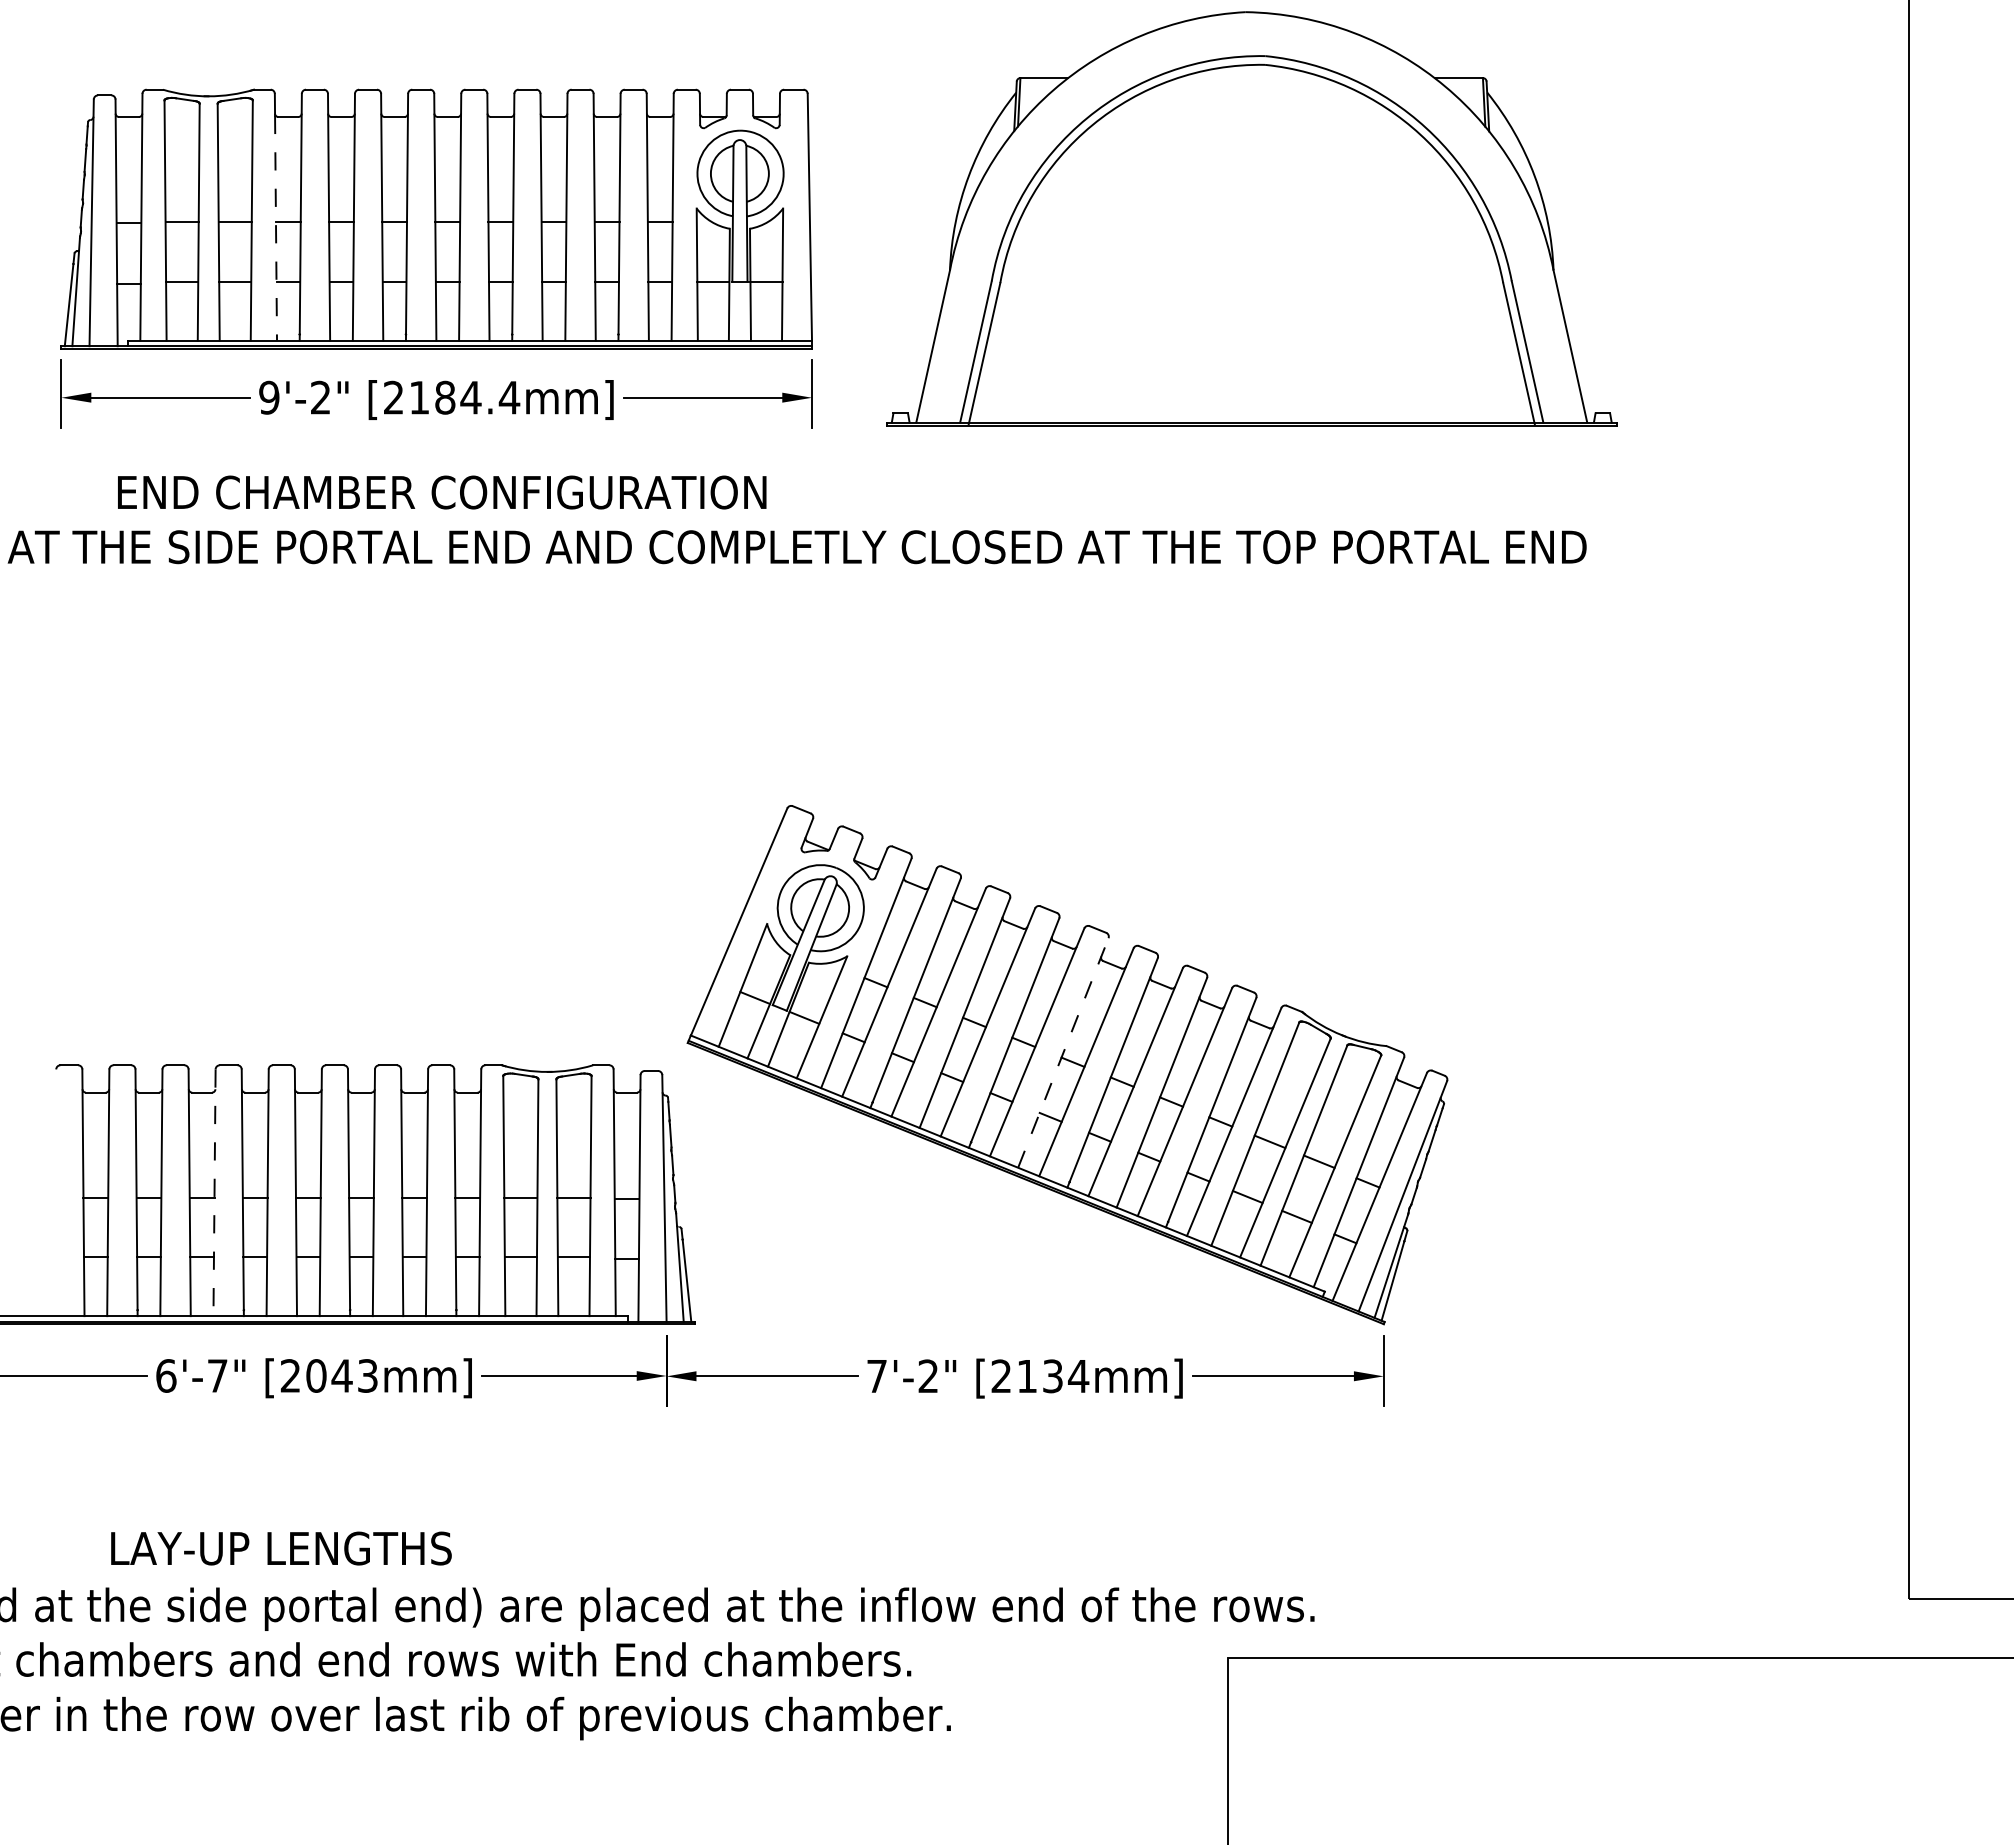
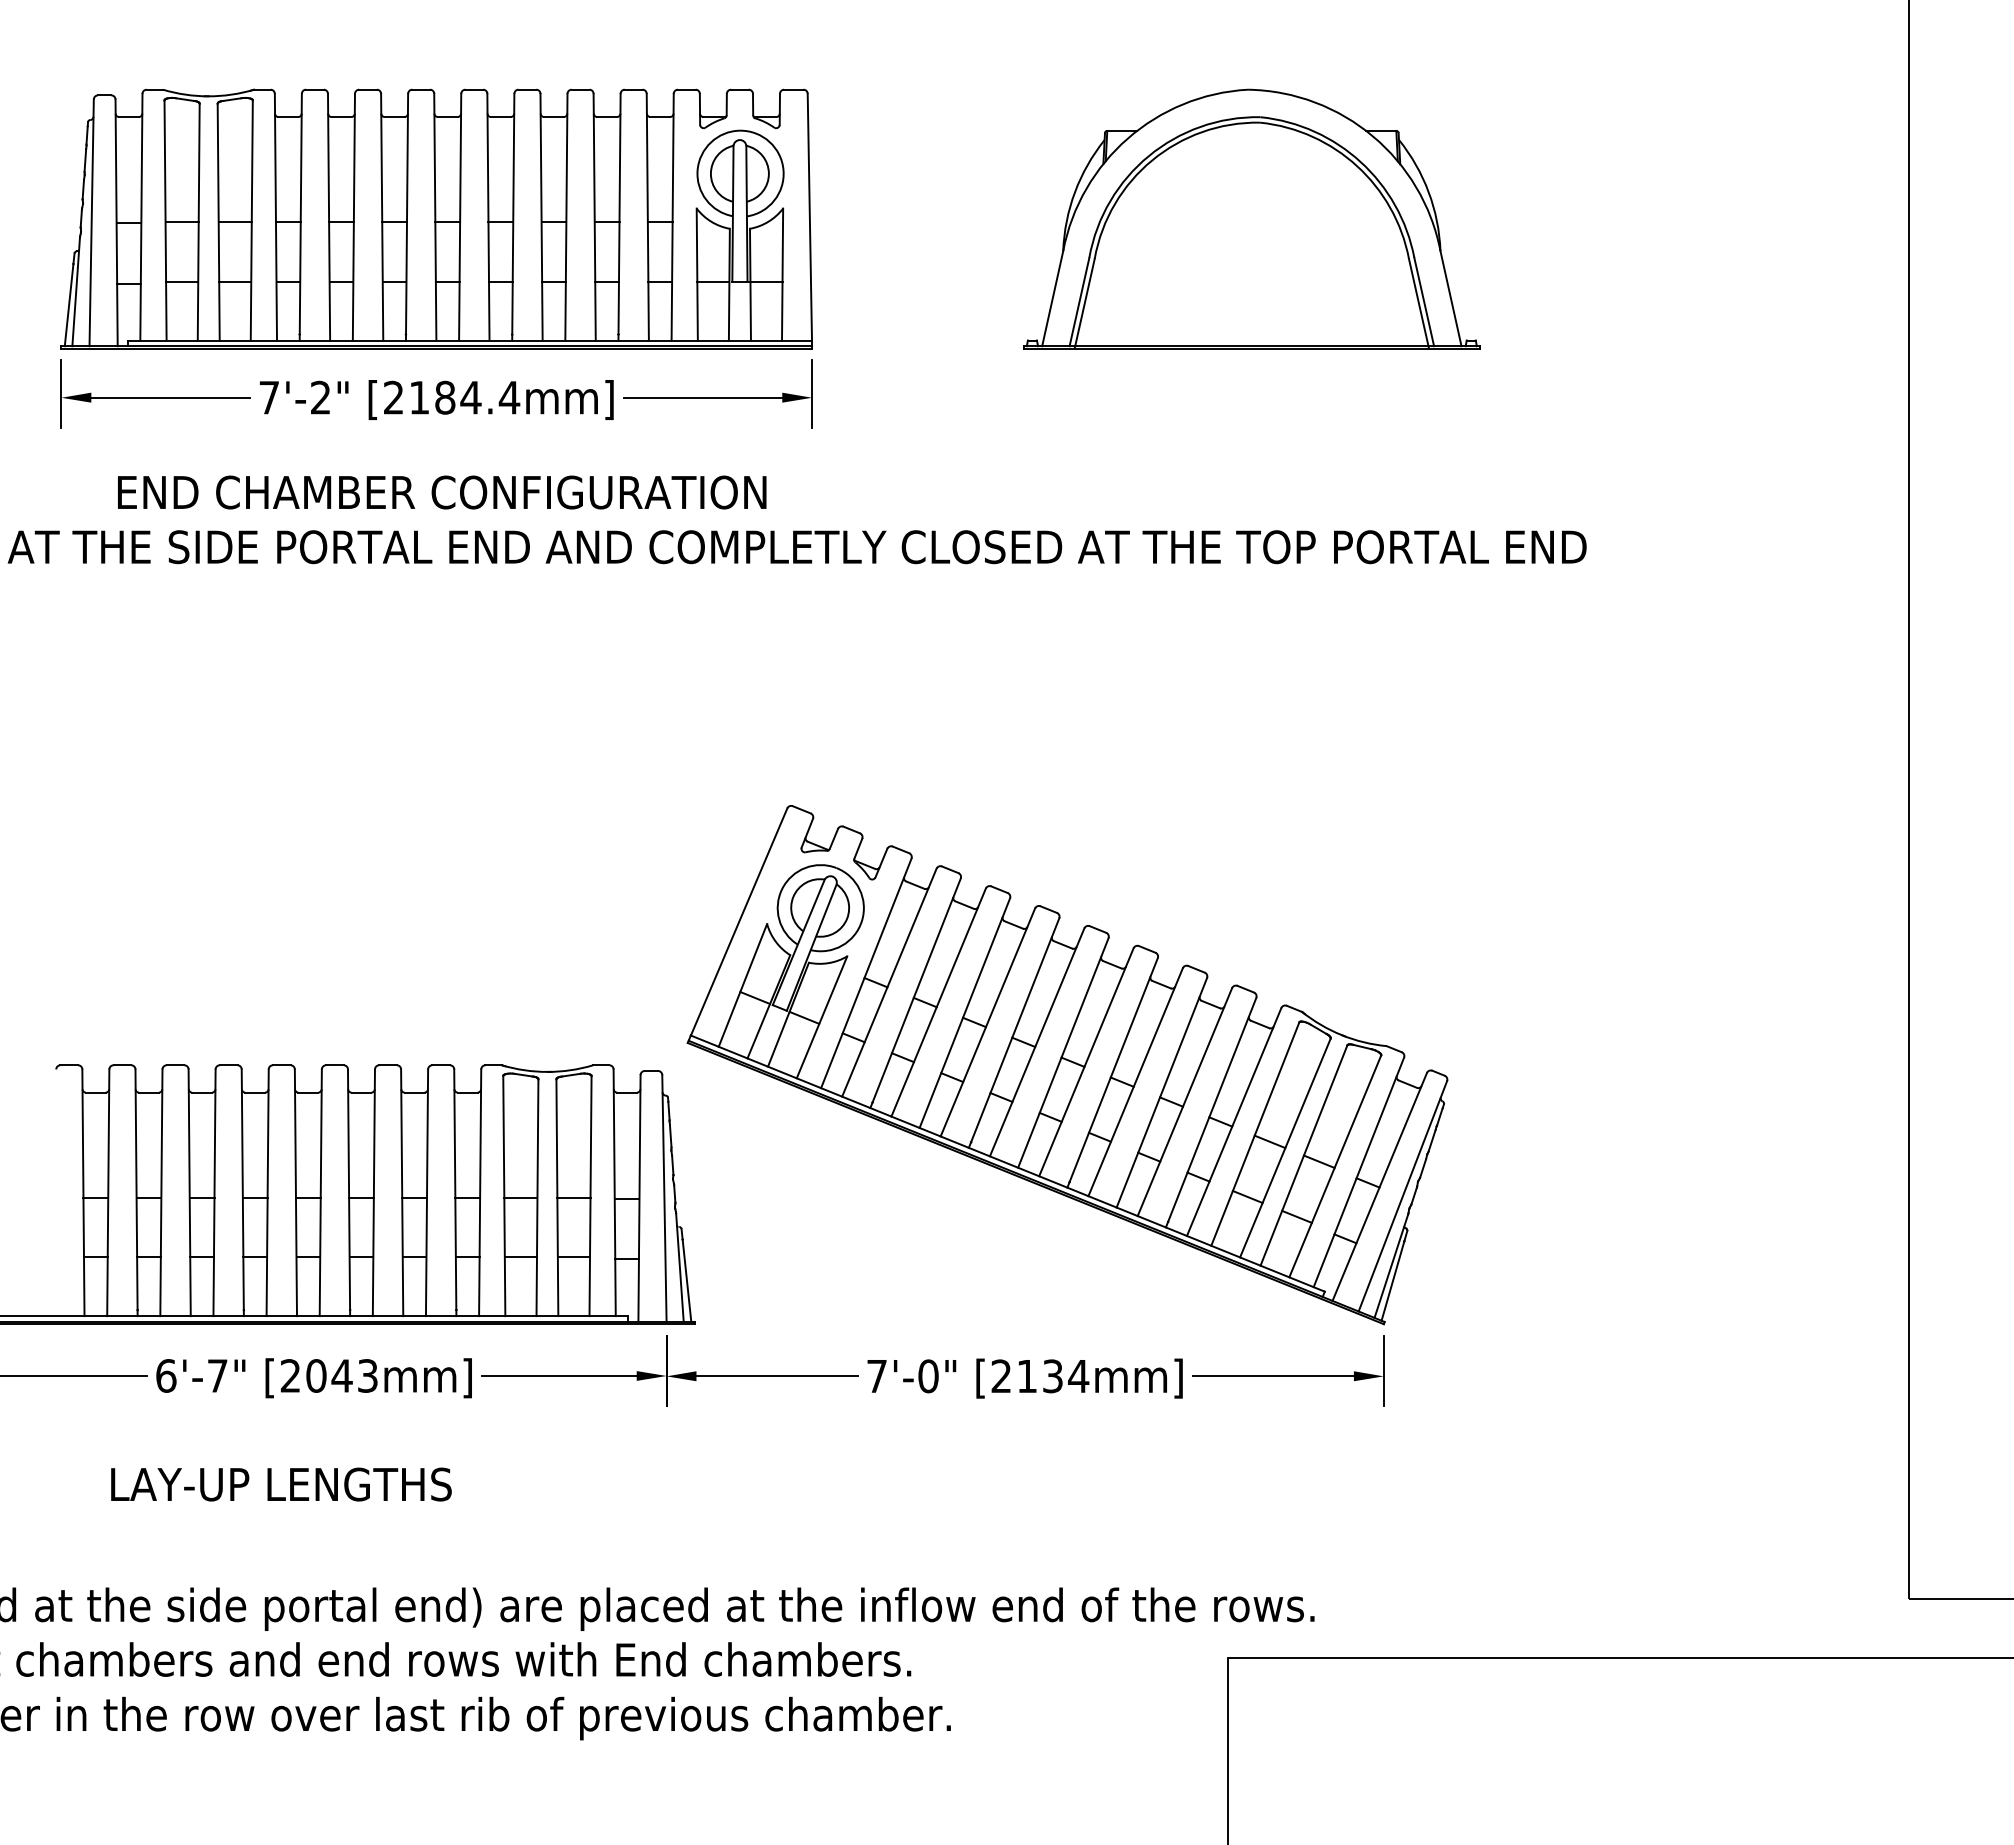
part at (1251, 218) size: 732x416 px -> 458x262 px
line at (276, 228): dashed -> solid
text at (269, 397): 9'-2" -> 7'-2"
line at (1063, 1052): dashed -> solid
line at (214, 1193): dashed -> solid
text at (928, 1376): 7'-2" -> 7'-0"
text at (281, 1548) position: (281, 1548) -> (281, 1484)
